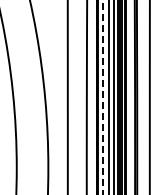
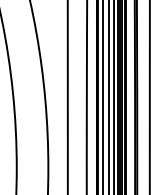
line at (103, 97): dashed -> solid
